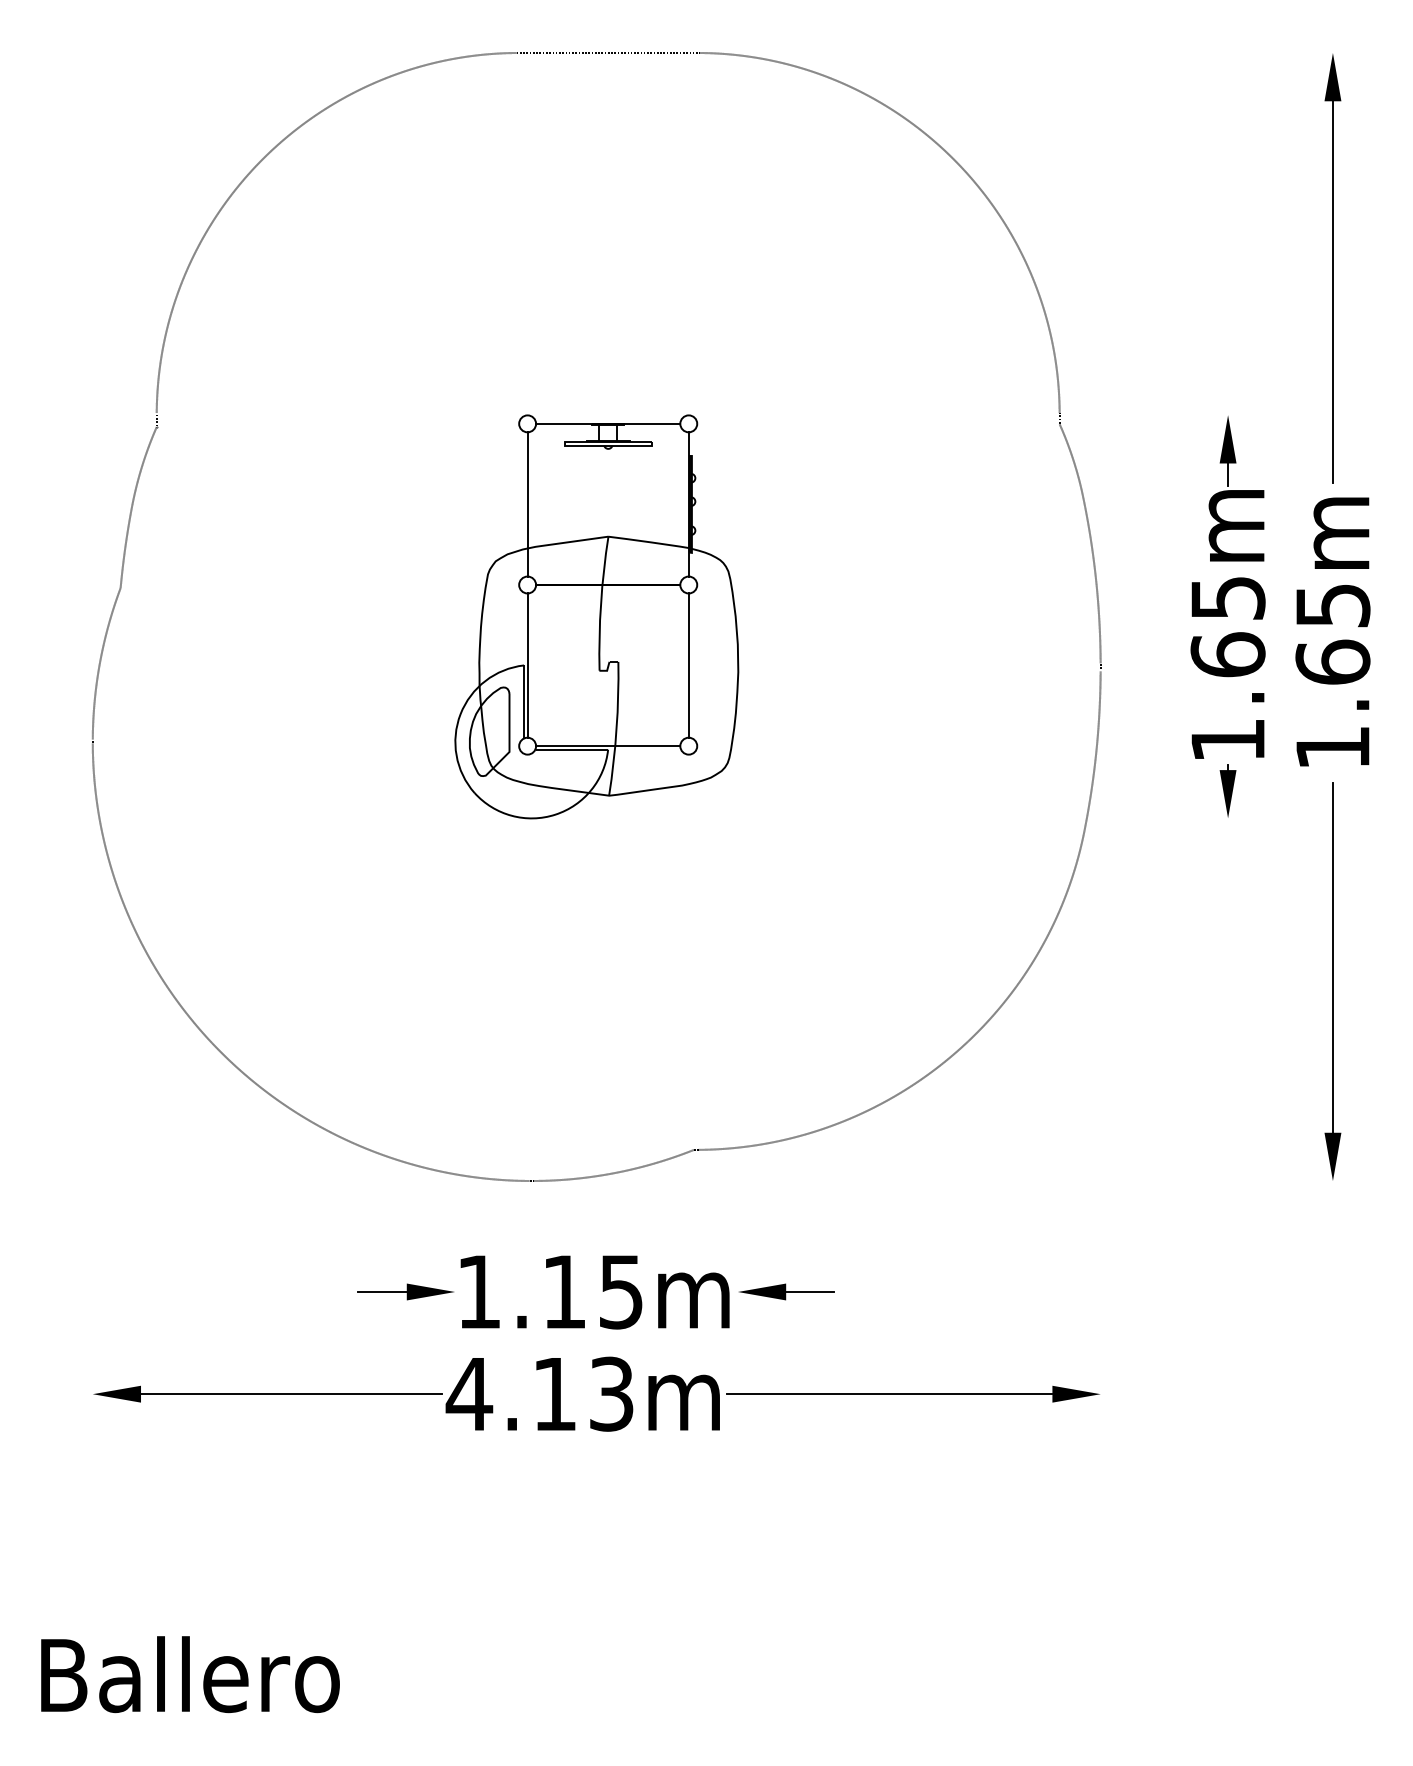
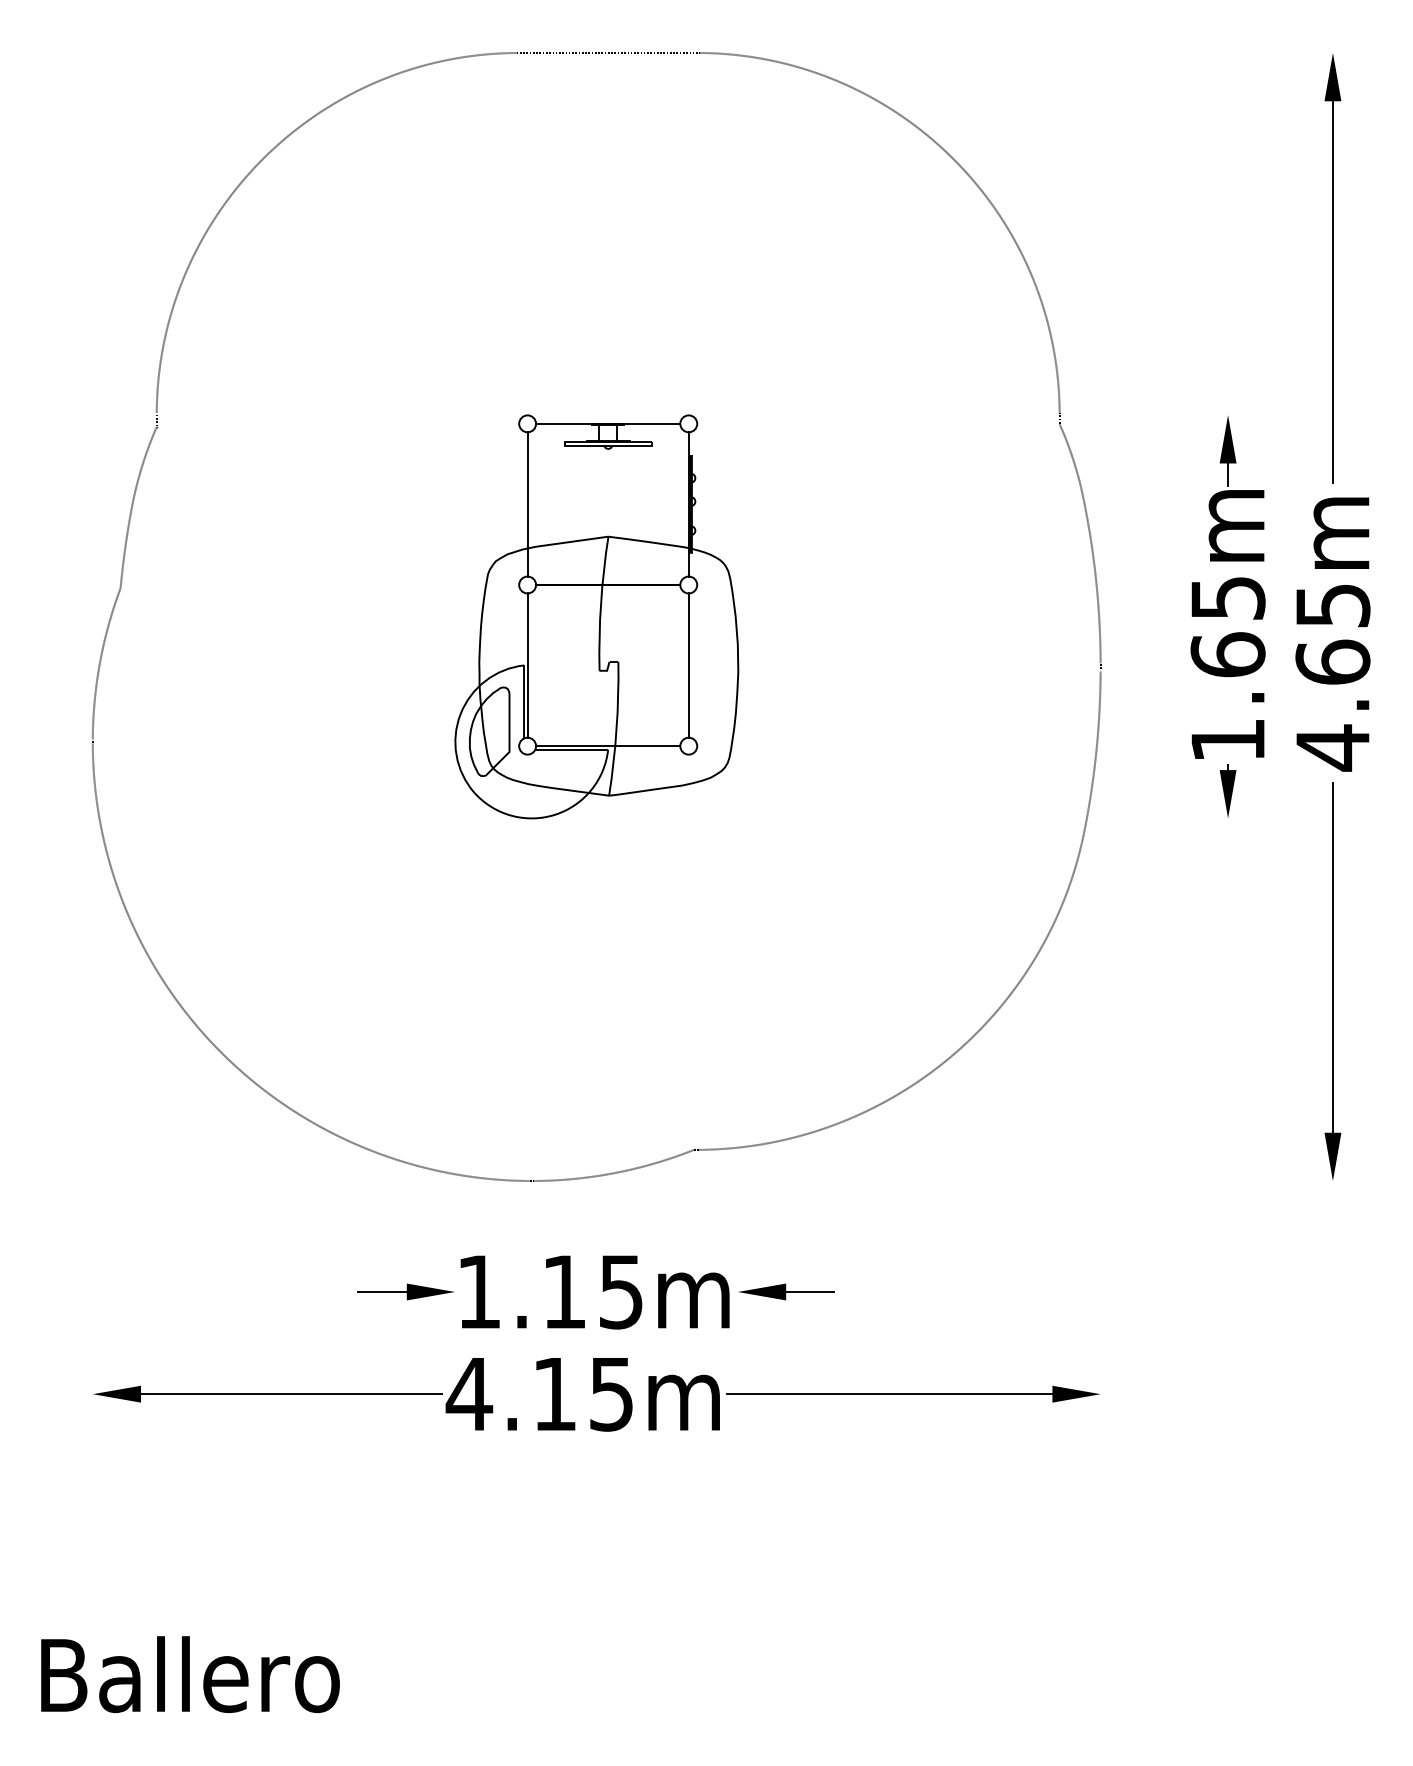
text at (1332, 747): 1.65m -> 4.65m
text at (611, 1393): 4.13m -> 4.15m
